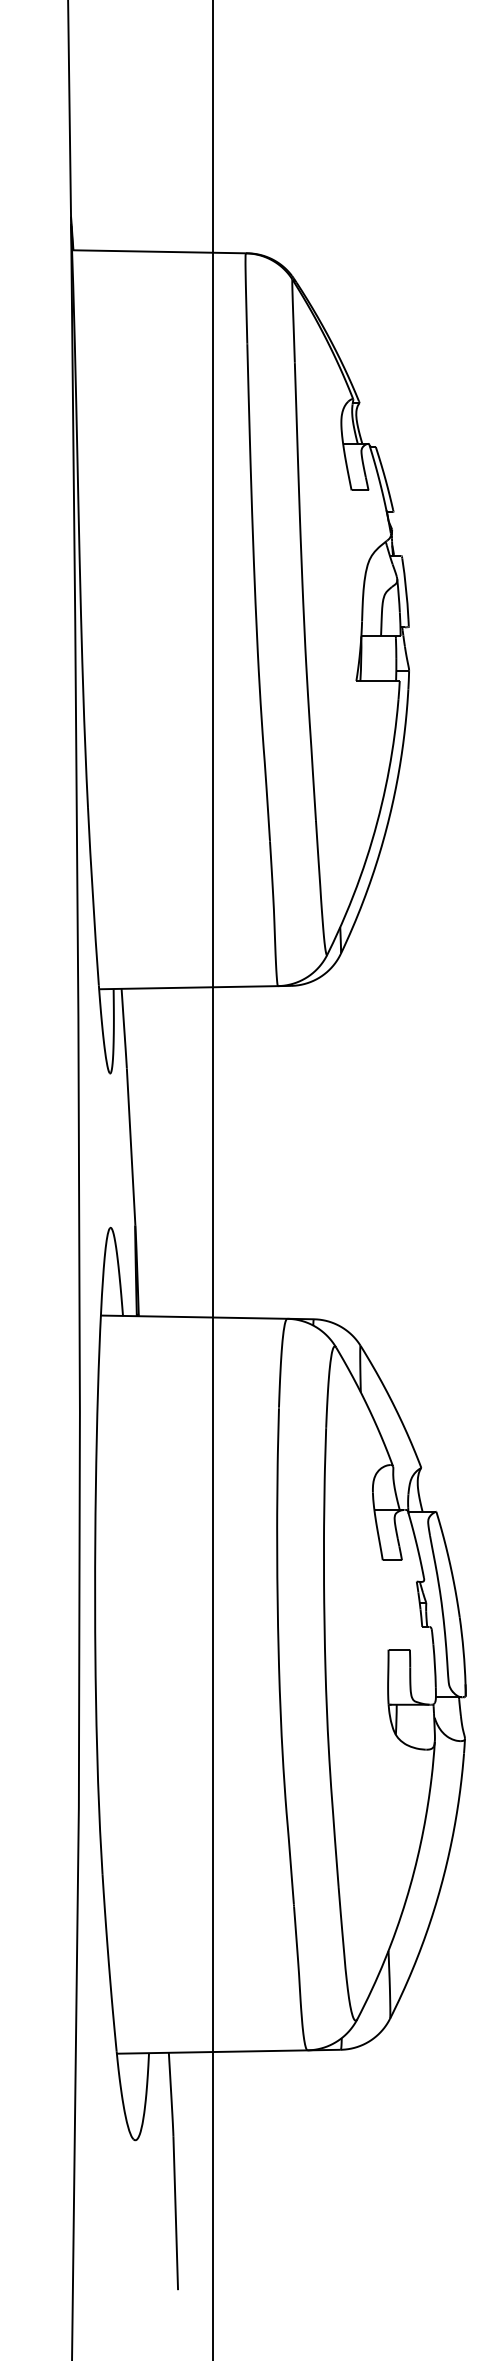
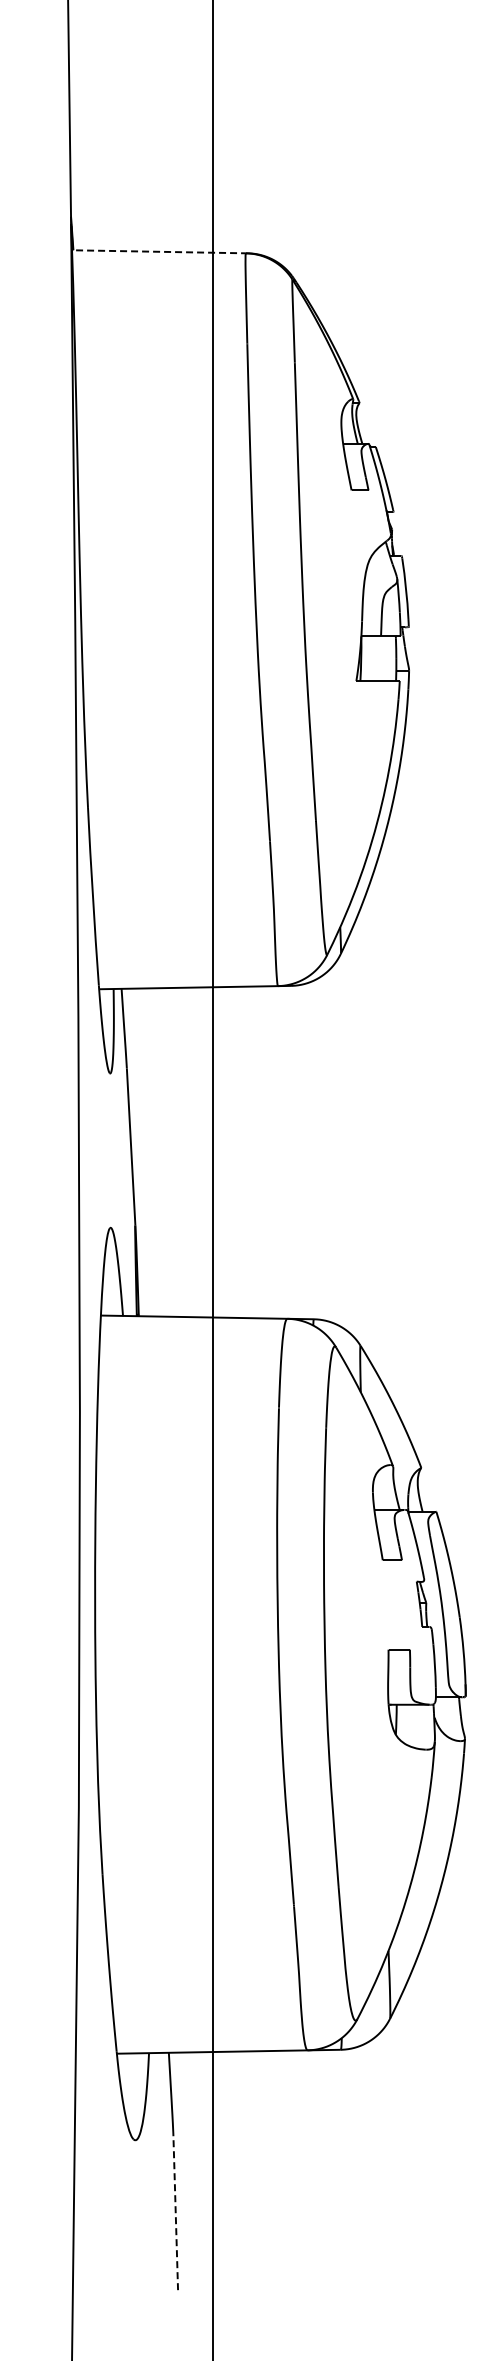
line at (160, 251): solid -> dashed
line at (175, 2212): solid -> dashed
